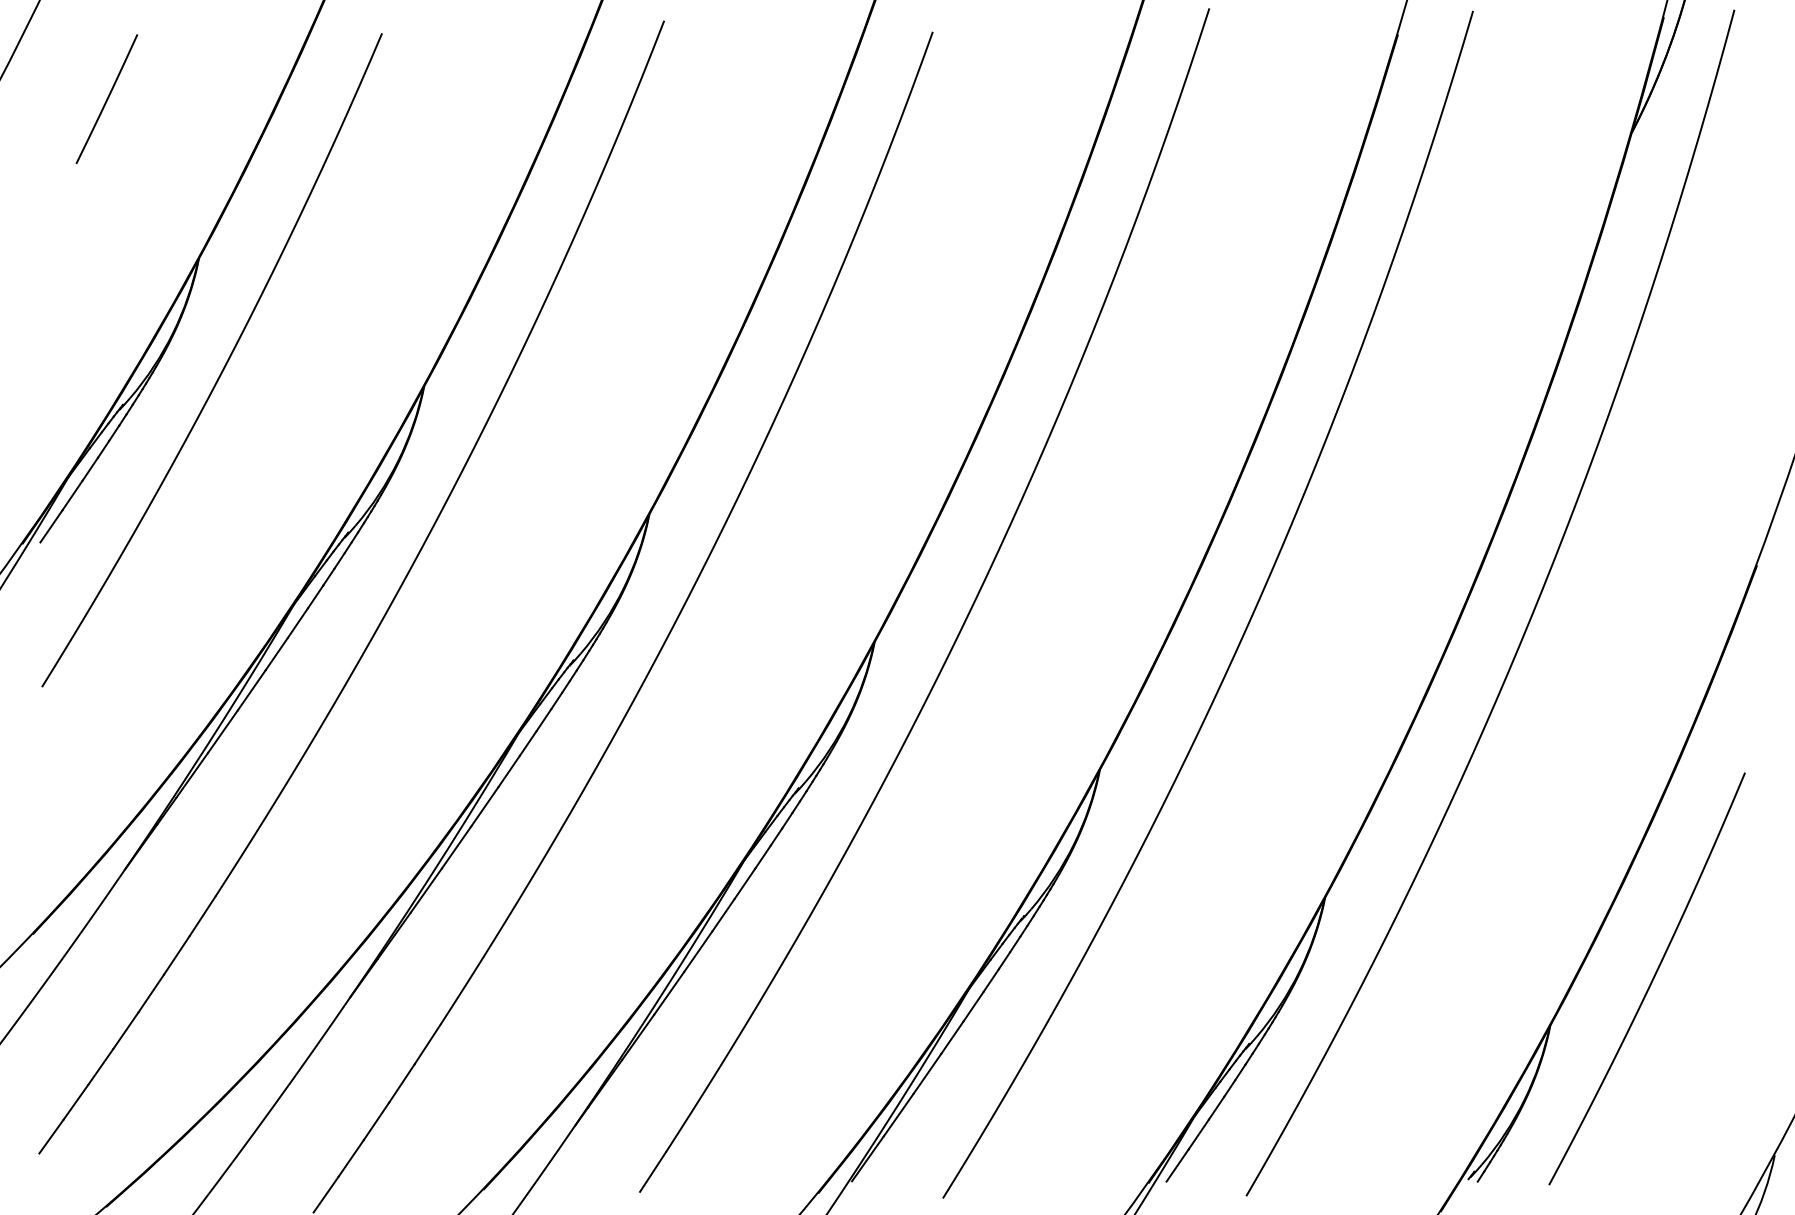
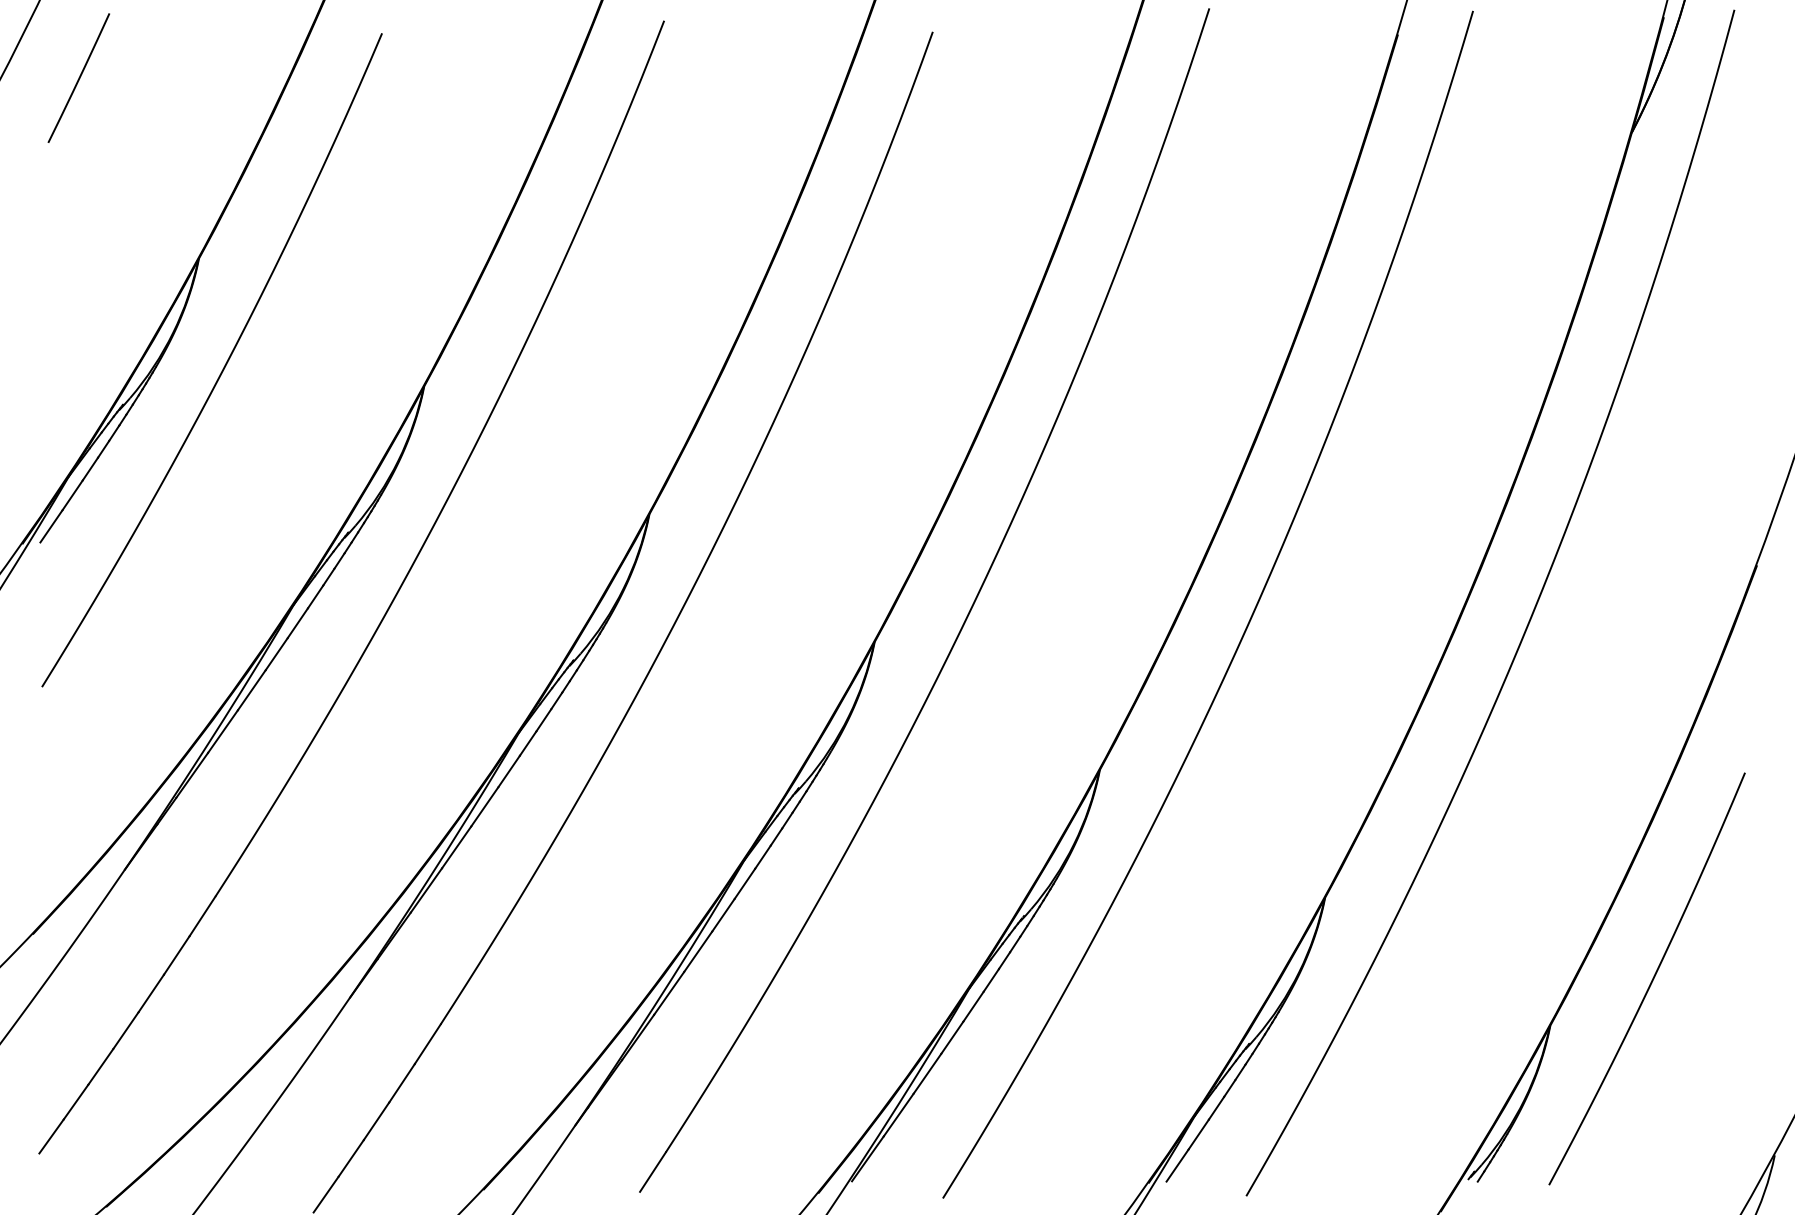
line at (106, 98) position: (106, 98) -> (78, 77)
